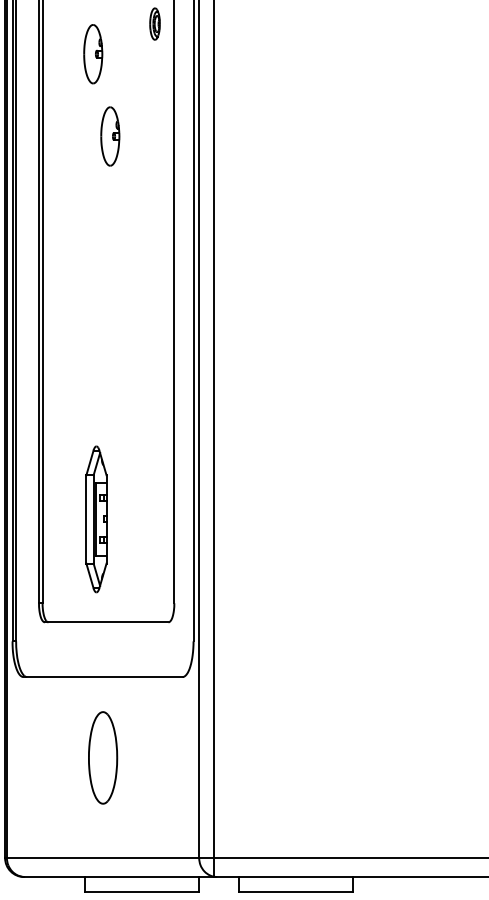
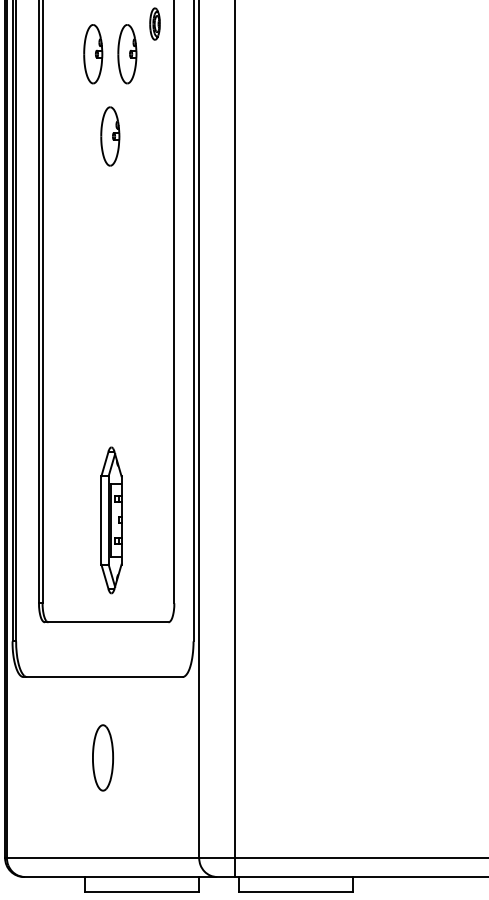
part at (127, 54): none -> present
line at (214, 439) position: (214, 439) -> (235, 439)
part at (96, 519) position: (96, 519) -> (111, 520)
part at (103, 757) size: 31x94 px -> 22x68 px
